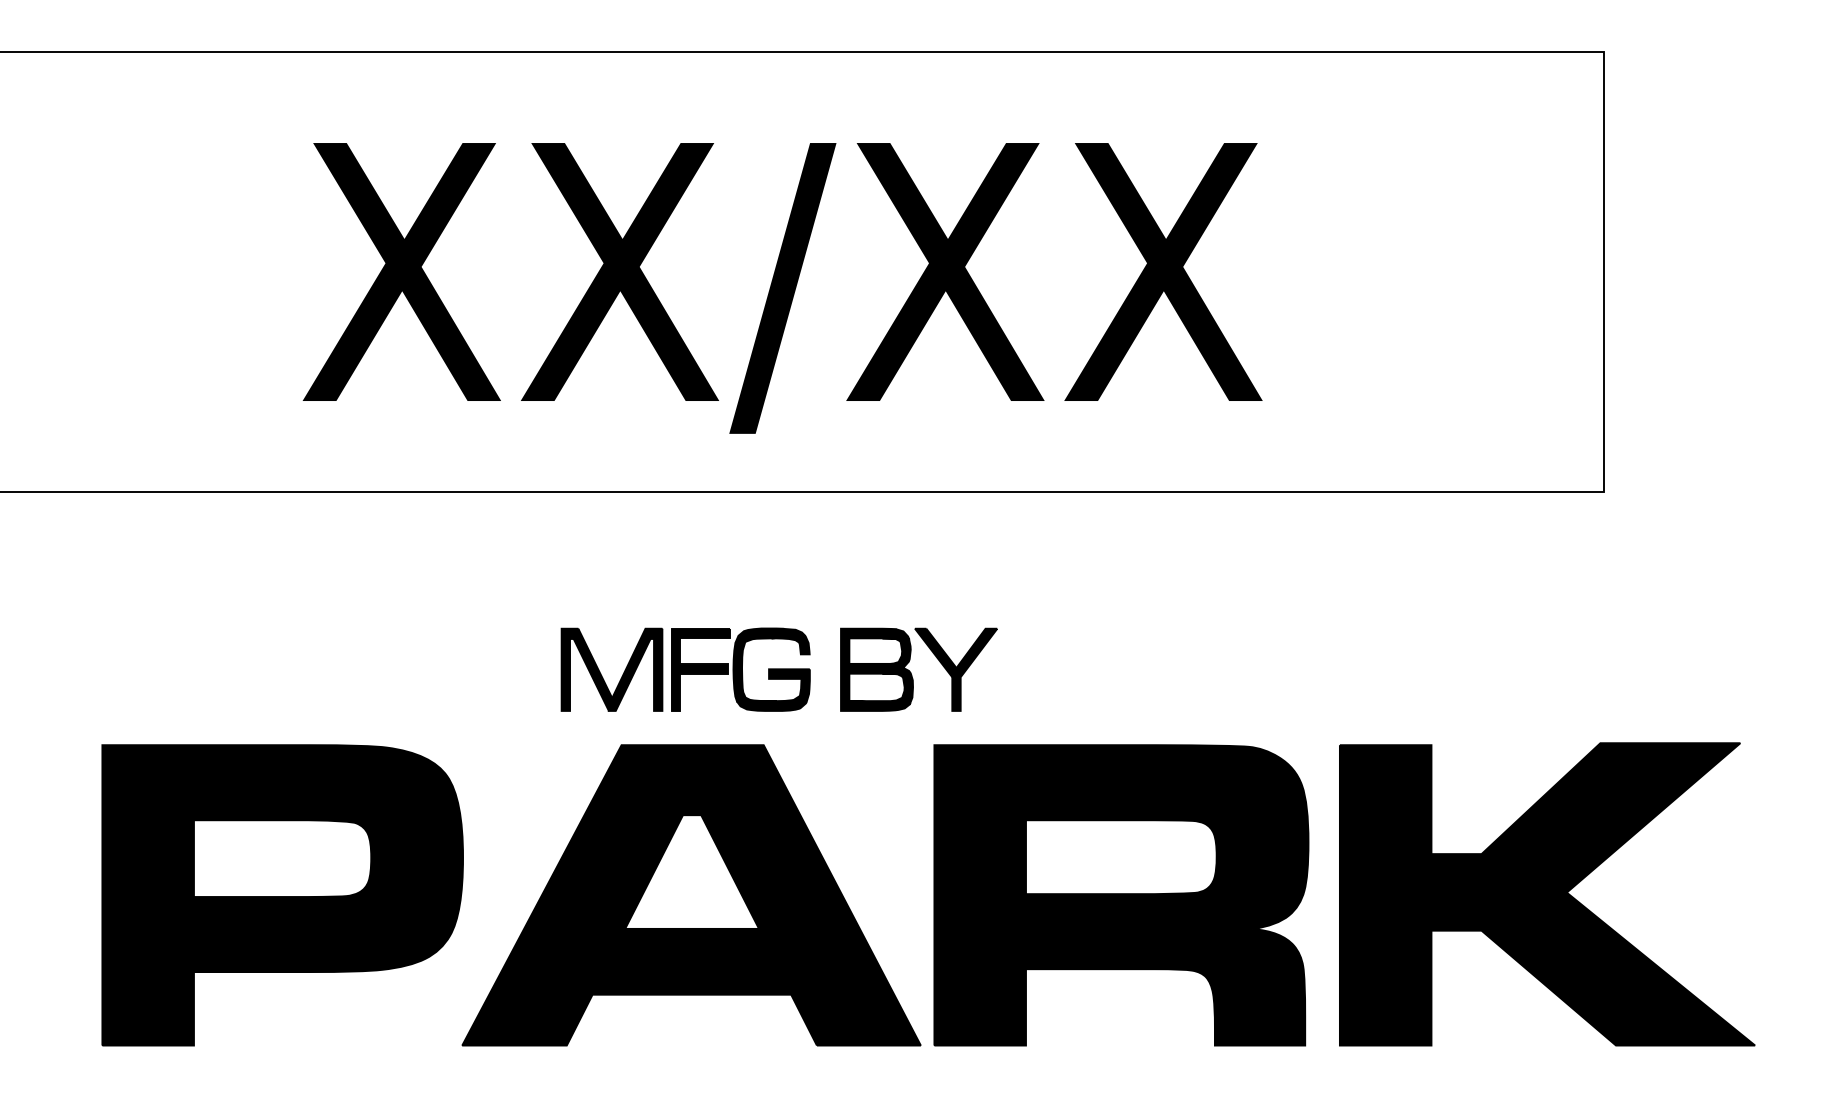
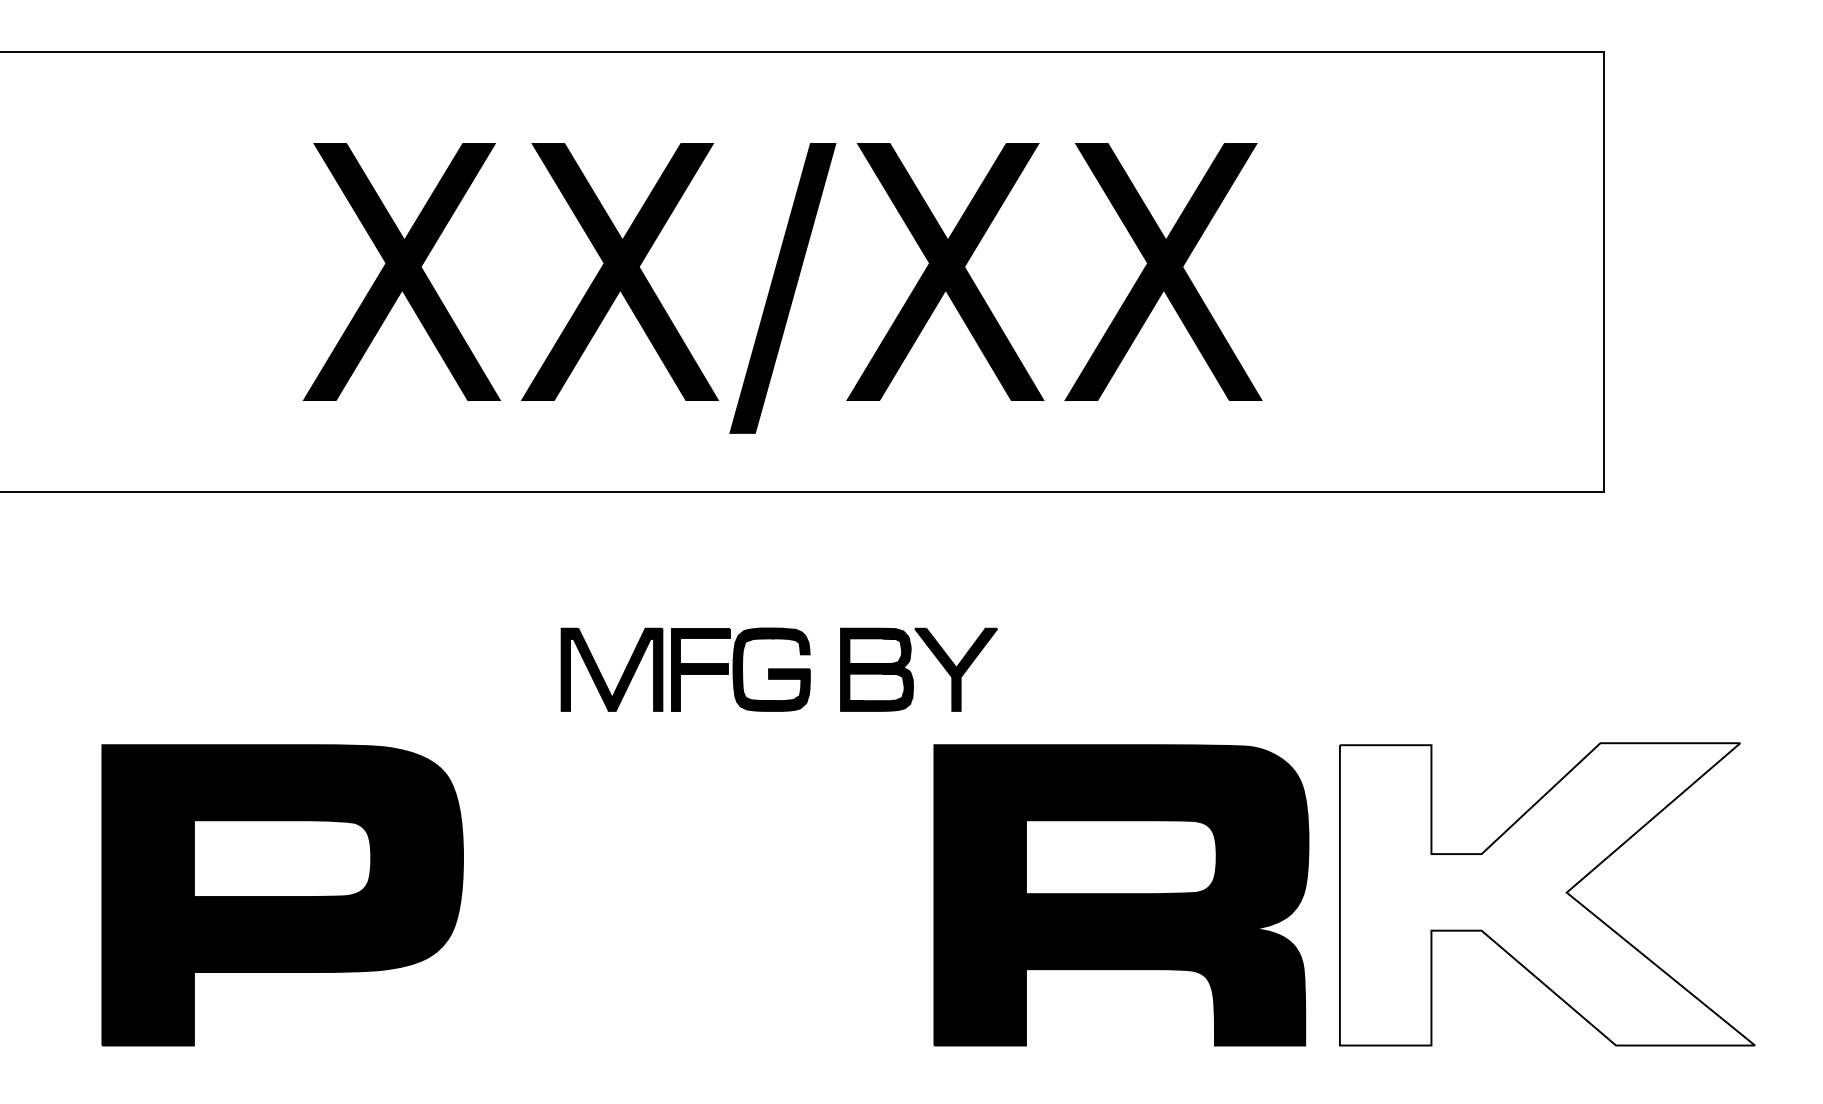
fill at (1547, 894): present -> none
part at (691, 895): present -> none
